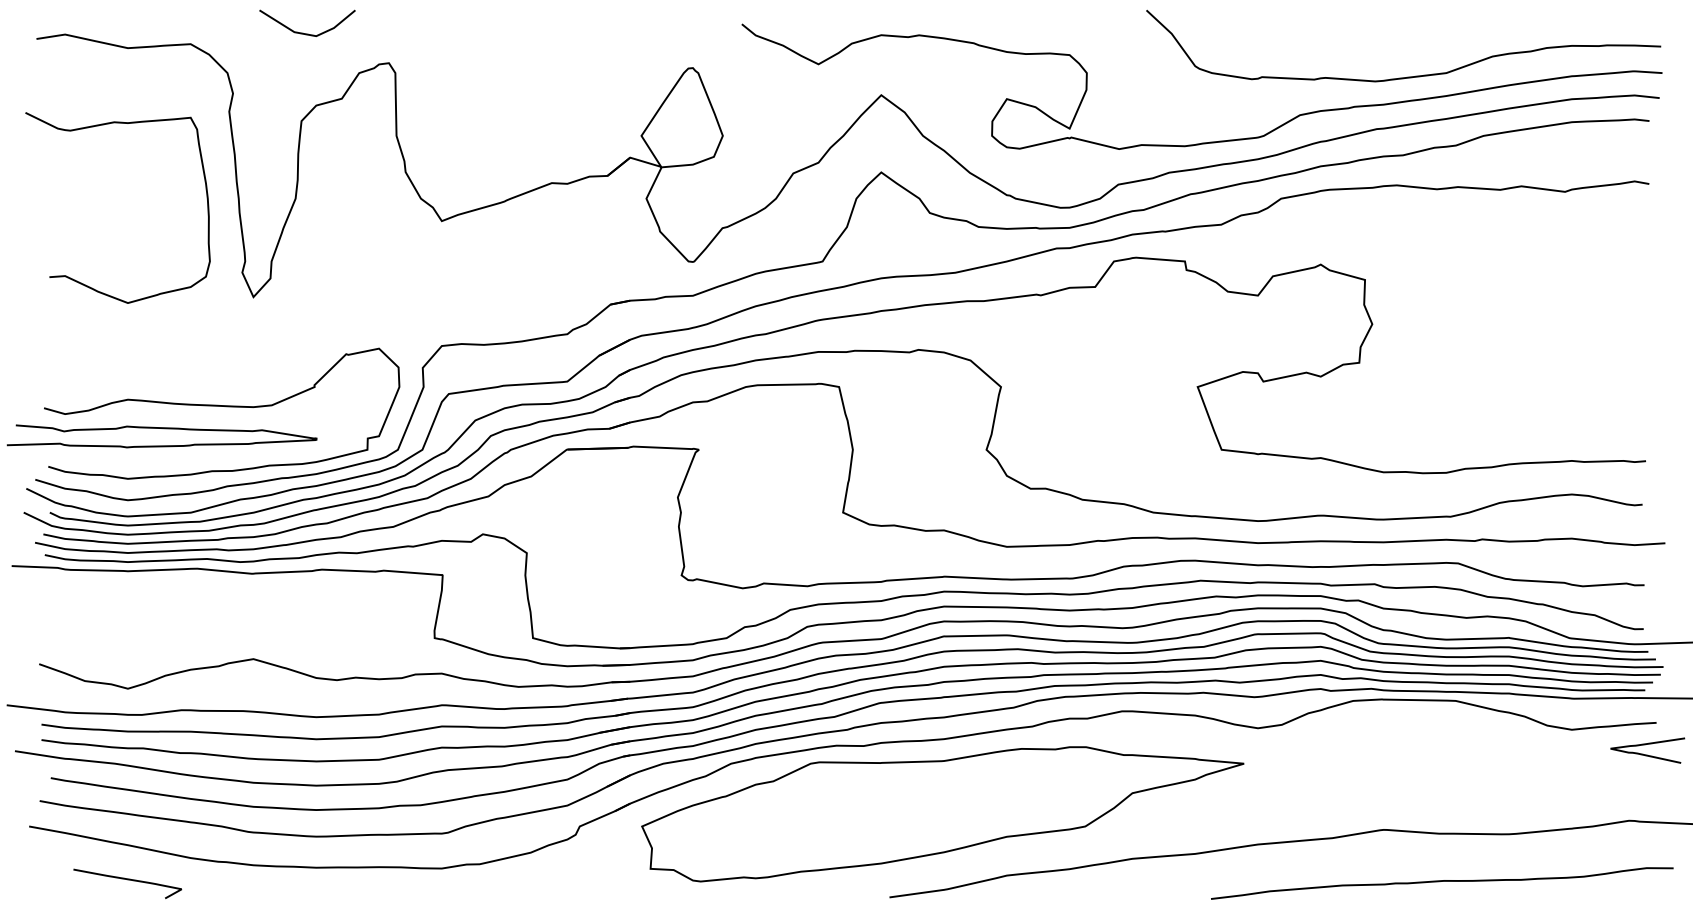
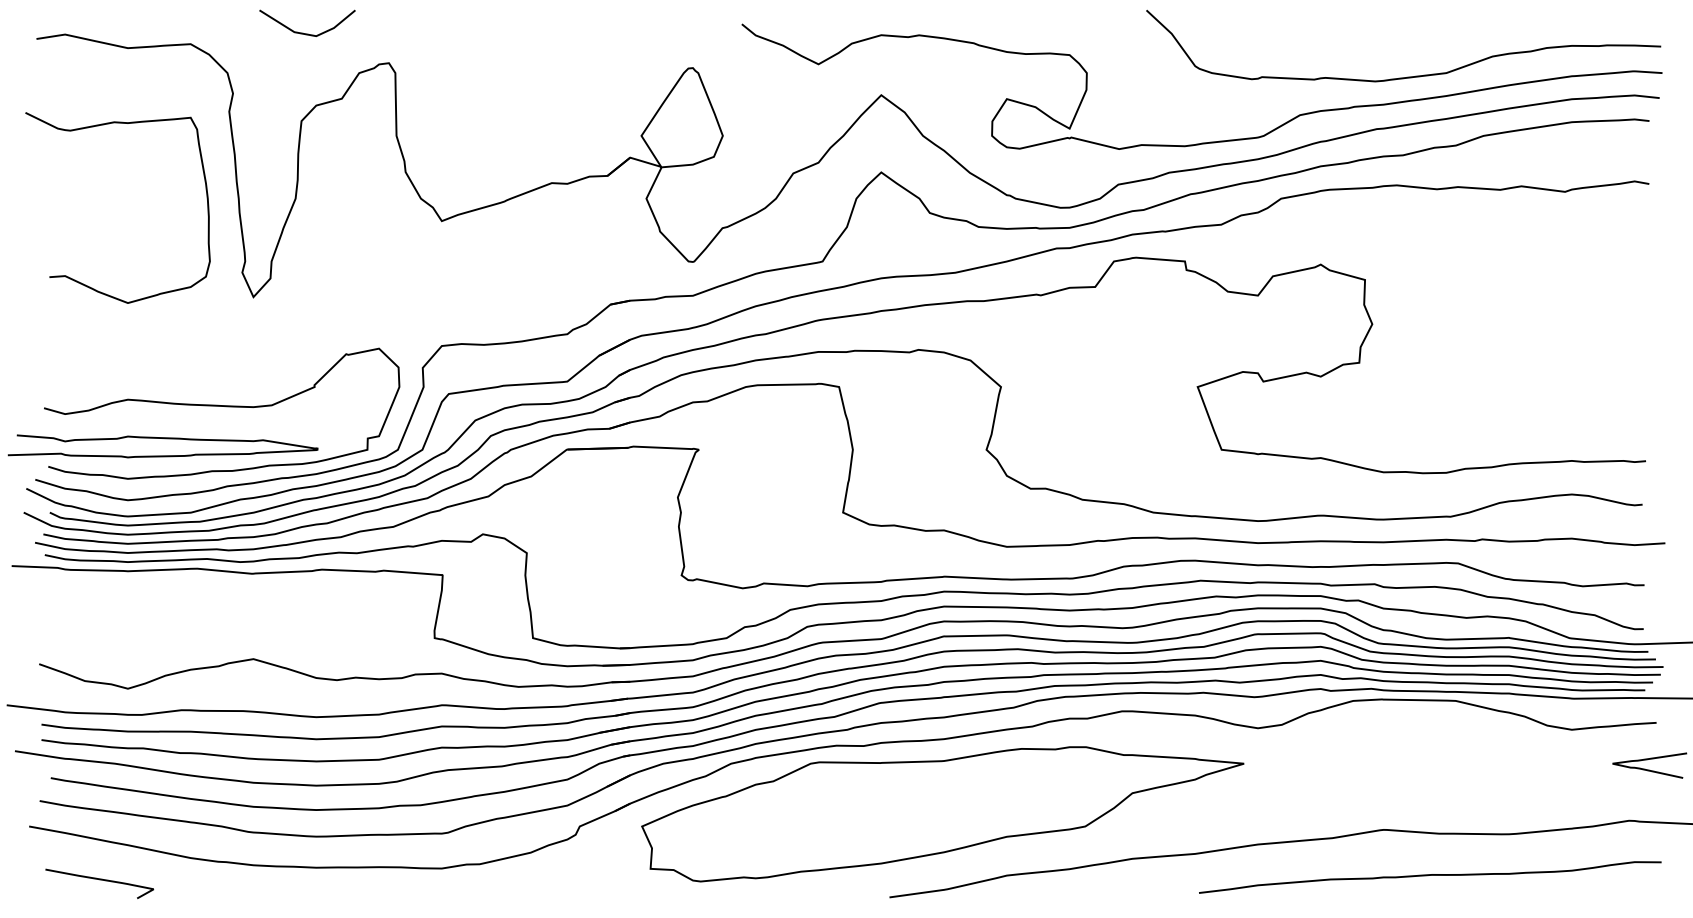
curve at (163, 429) position: (163, 429) -> (164, 439)
curve at (1647, 754) position: (1647, 754) -> (1649, 769)
curve at (127, 880) position: (127, 880) -> (99, 880)
curve at (1442, 881) position: (1442, 881) -> (1430, 875)
